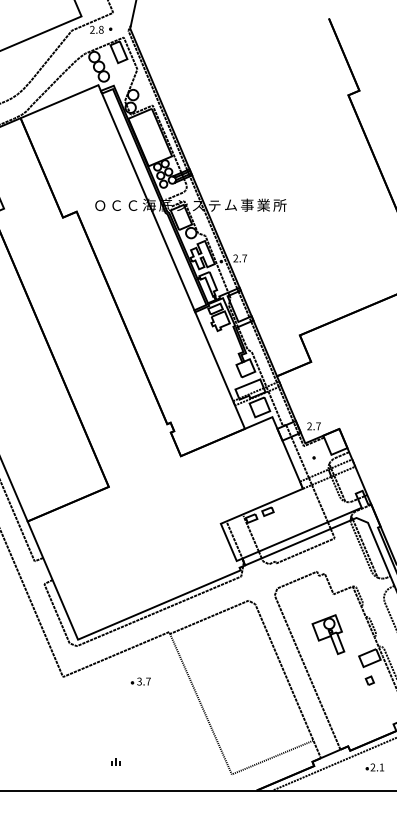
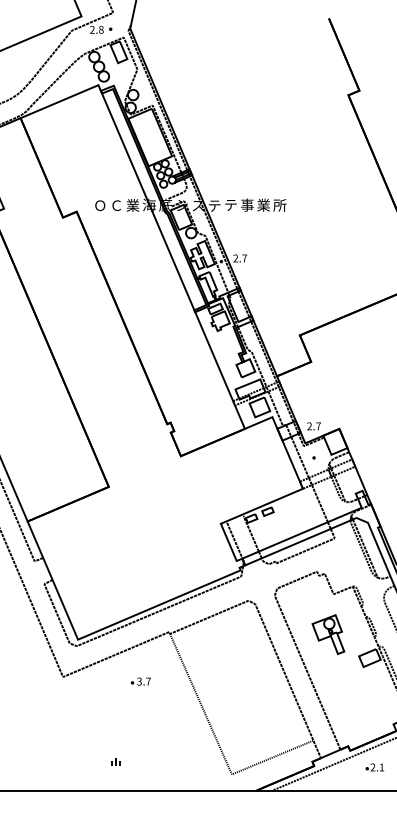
text at (230, 204): ム -> テ
text at (132, 205): Ｃ -> 業
part at (369, 680): present -> none
